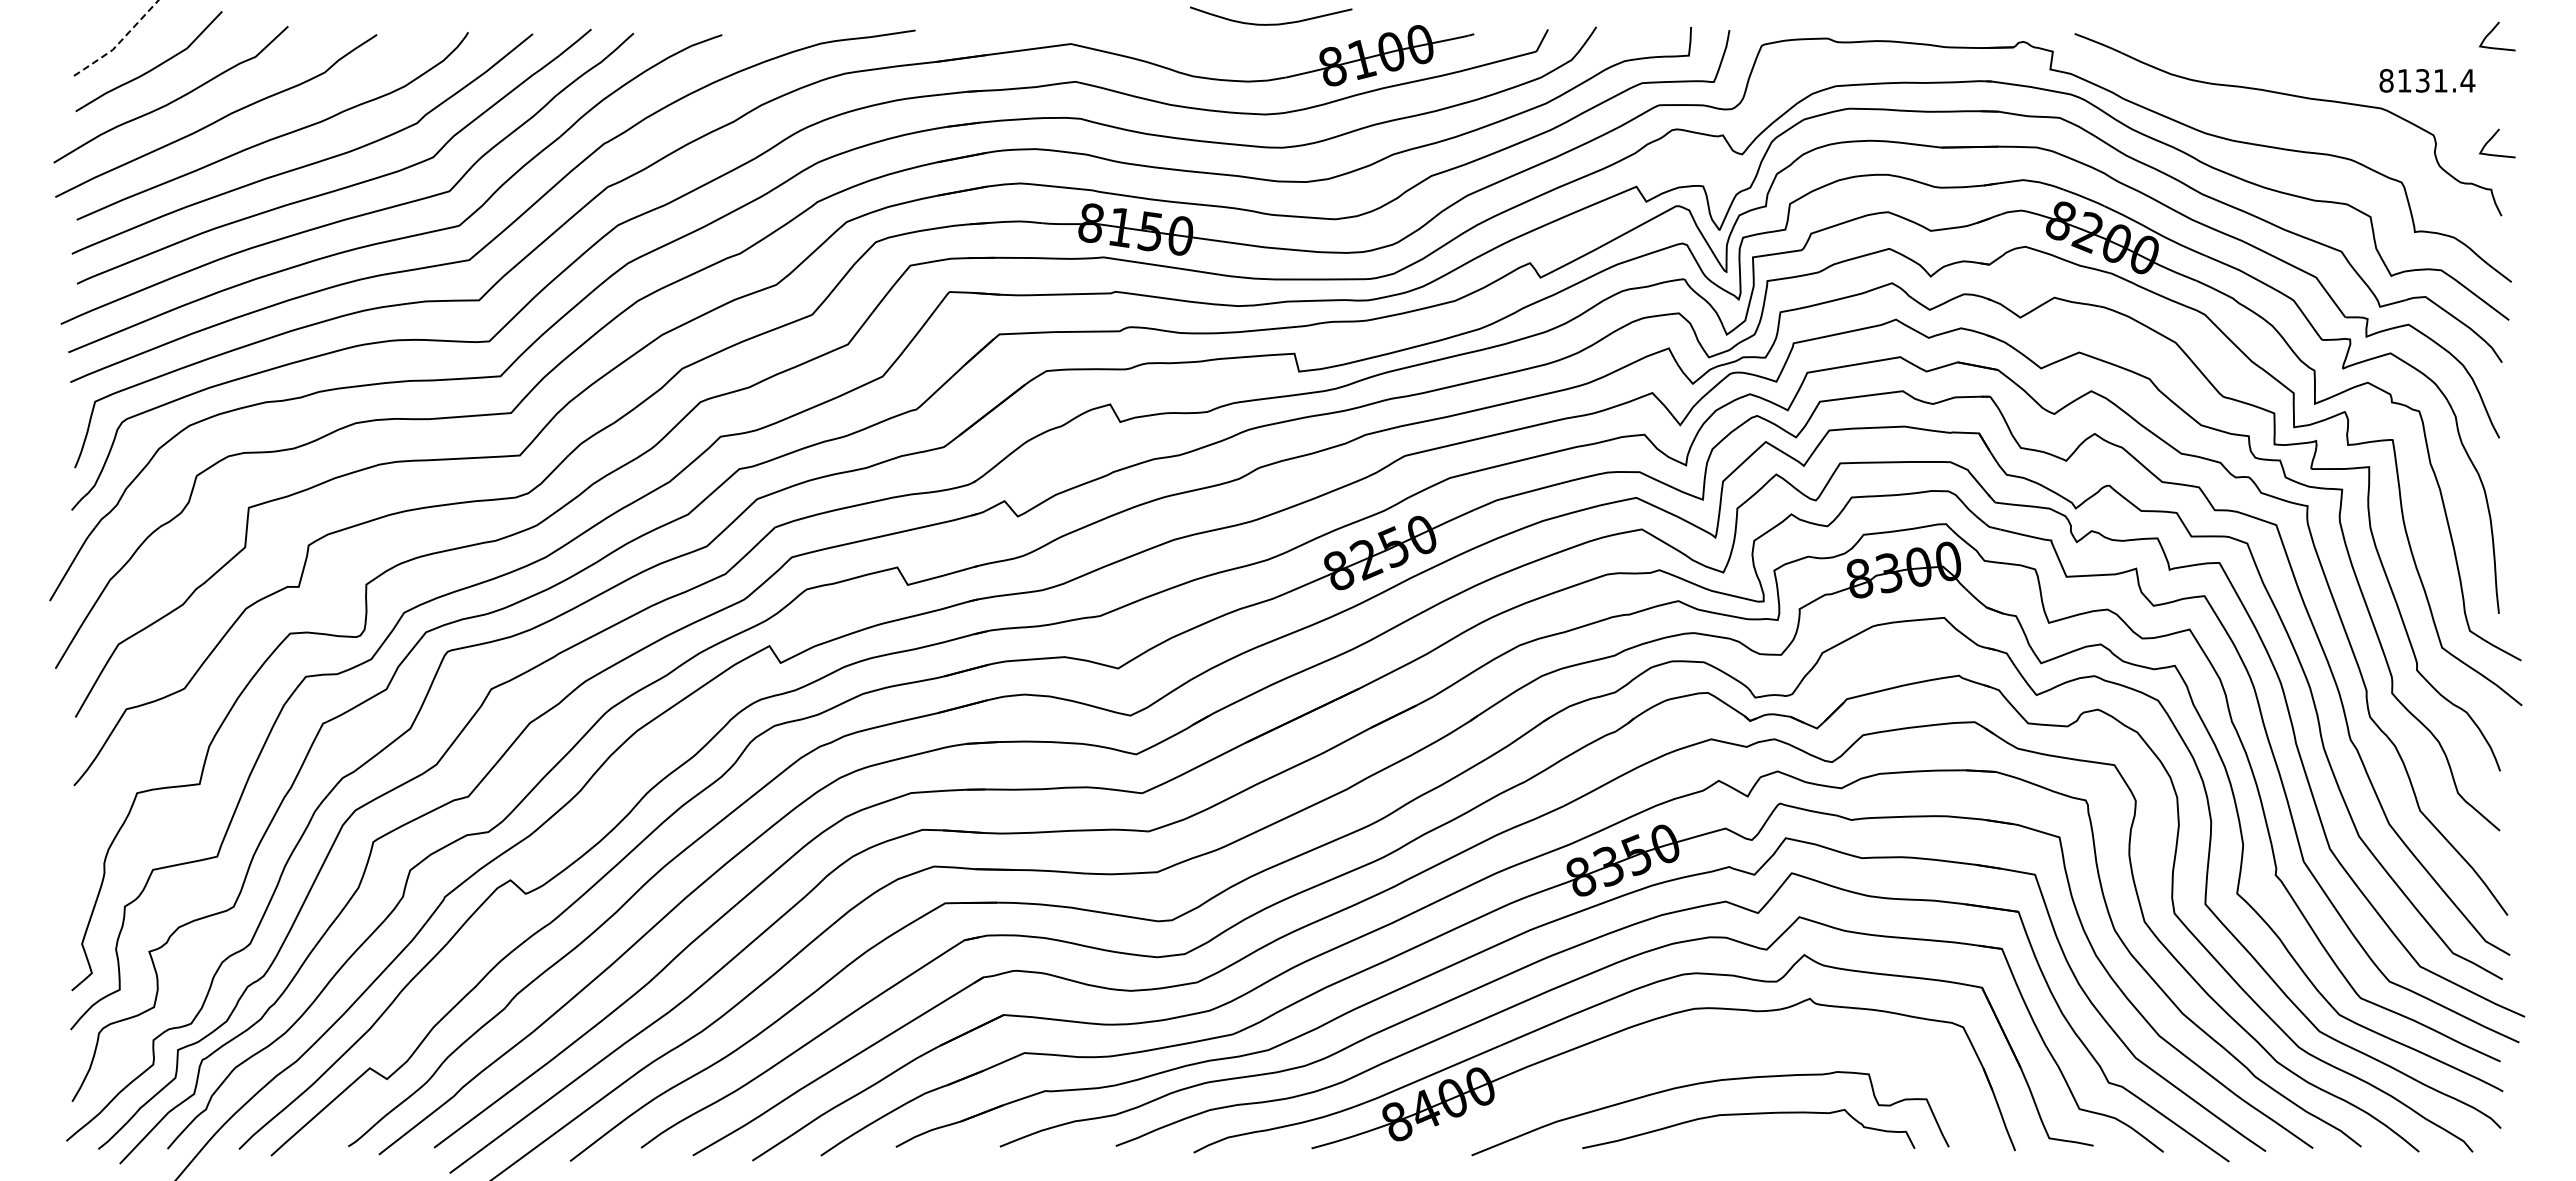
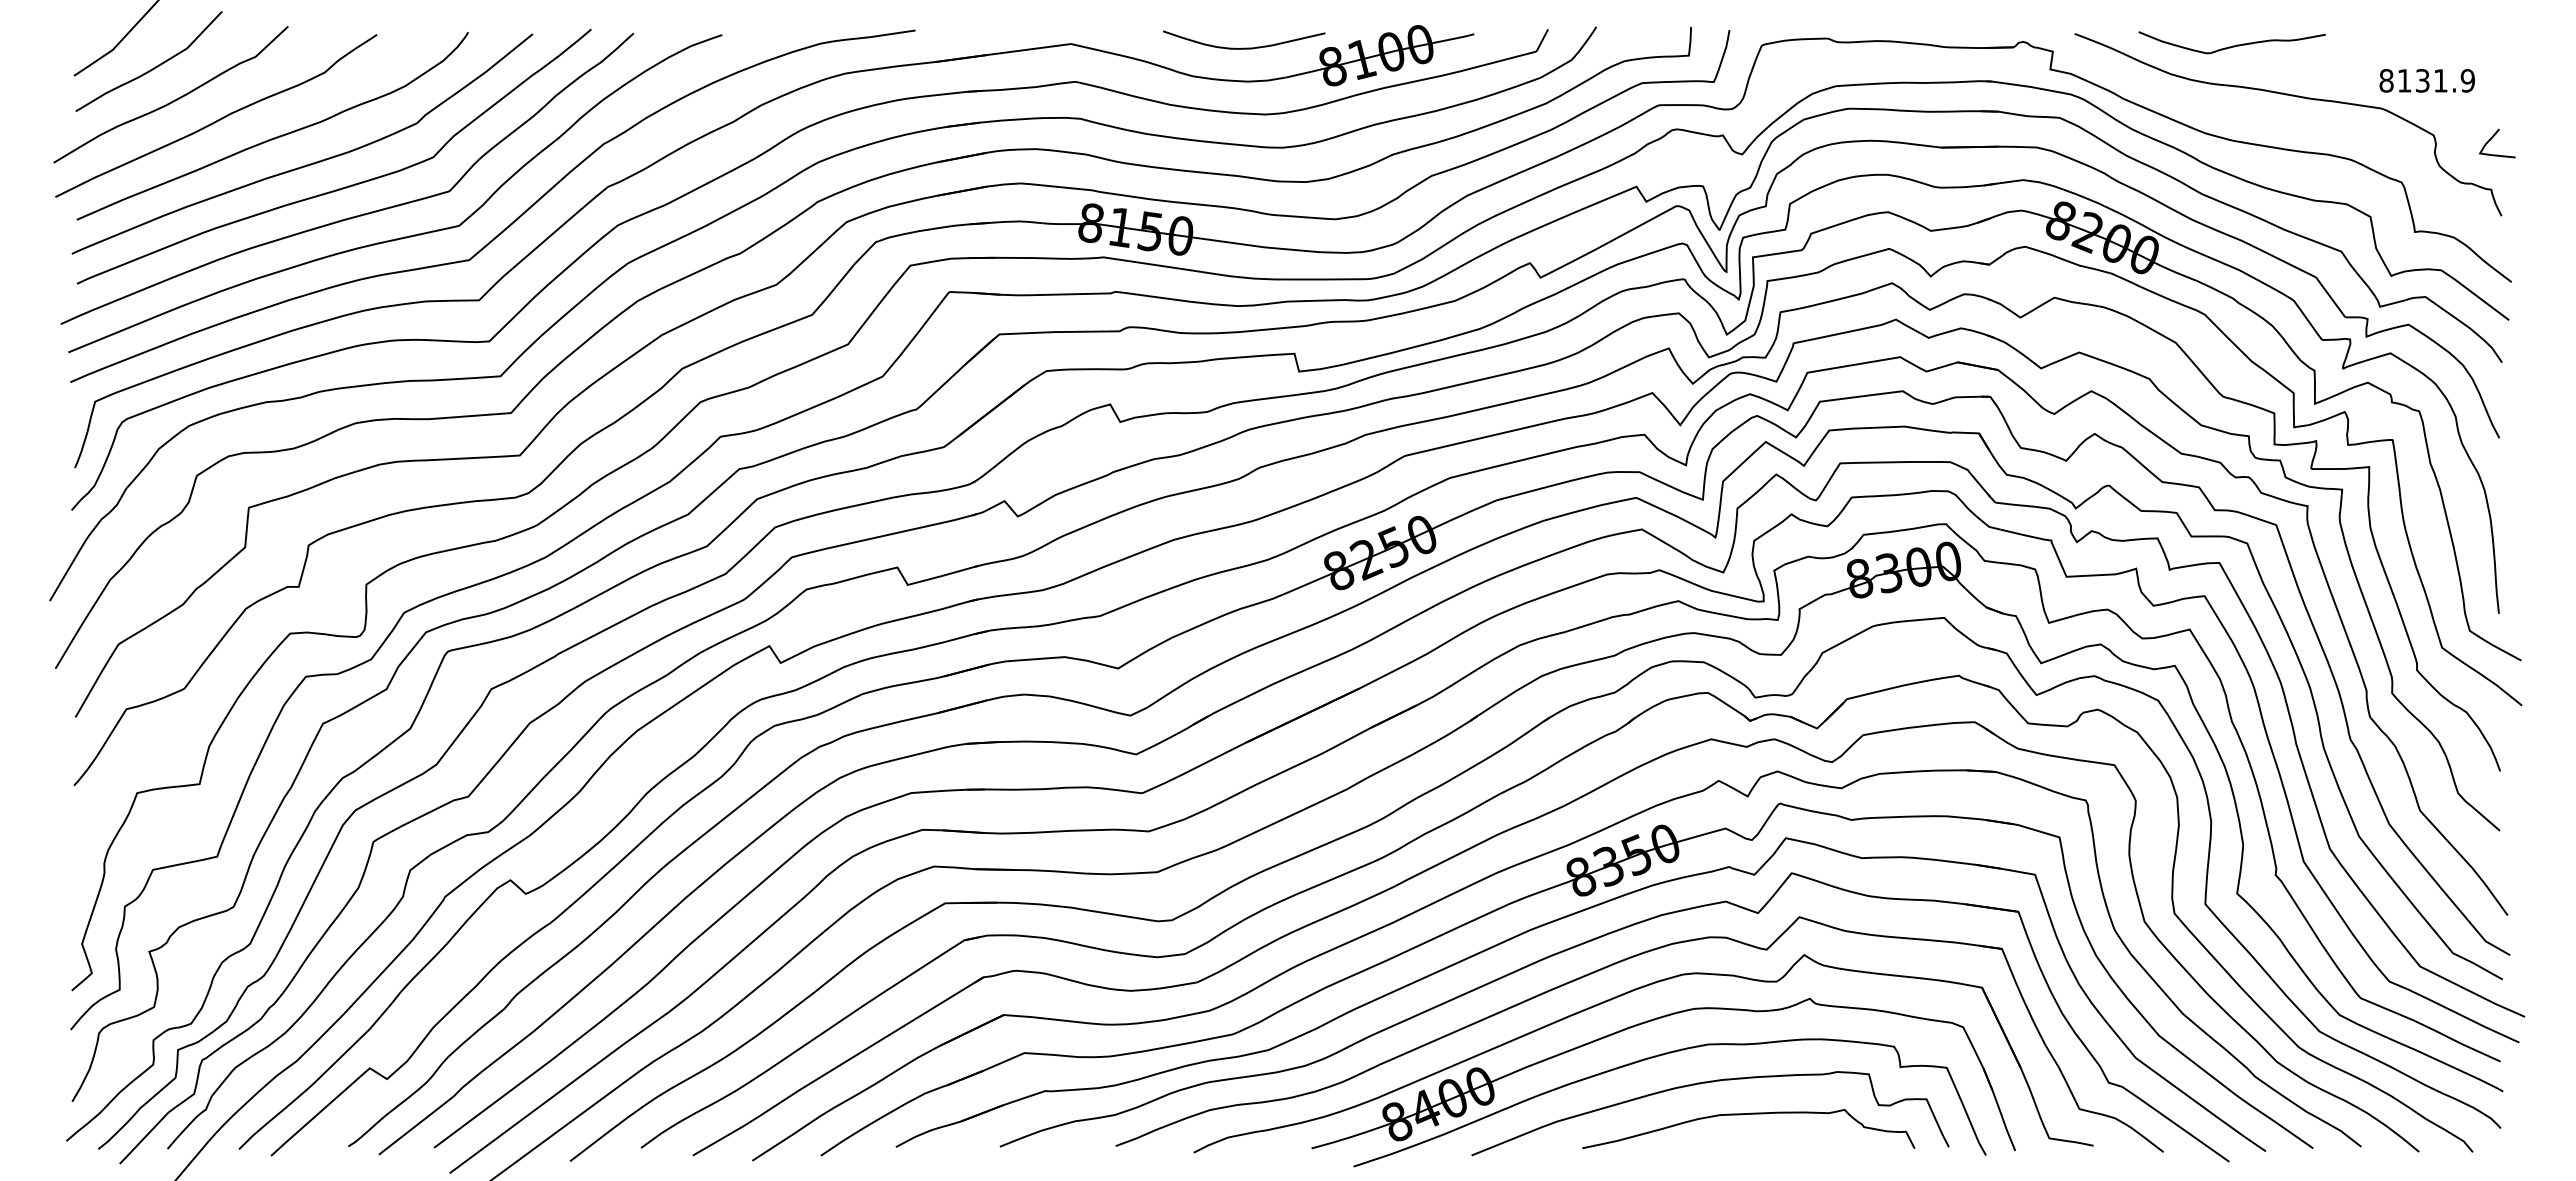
curve at (1271, 23) position: (1271, 23) -> (1244, 47)
curve at (2492, 31): present -> none
line at (118, 43): dashed -> solid
curve at (2232, 45): none -> present
text at (2467, 80): 8131.4 -> 8131.9
part at (1656, 1057): none -> present
